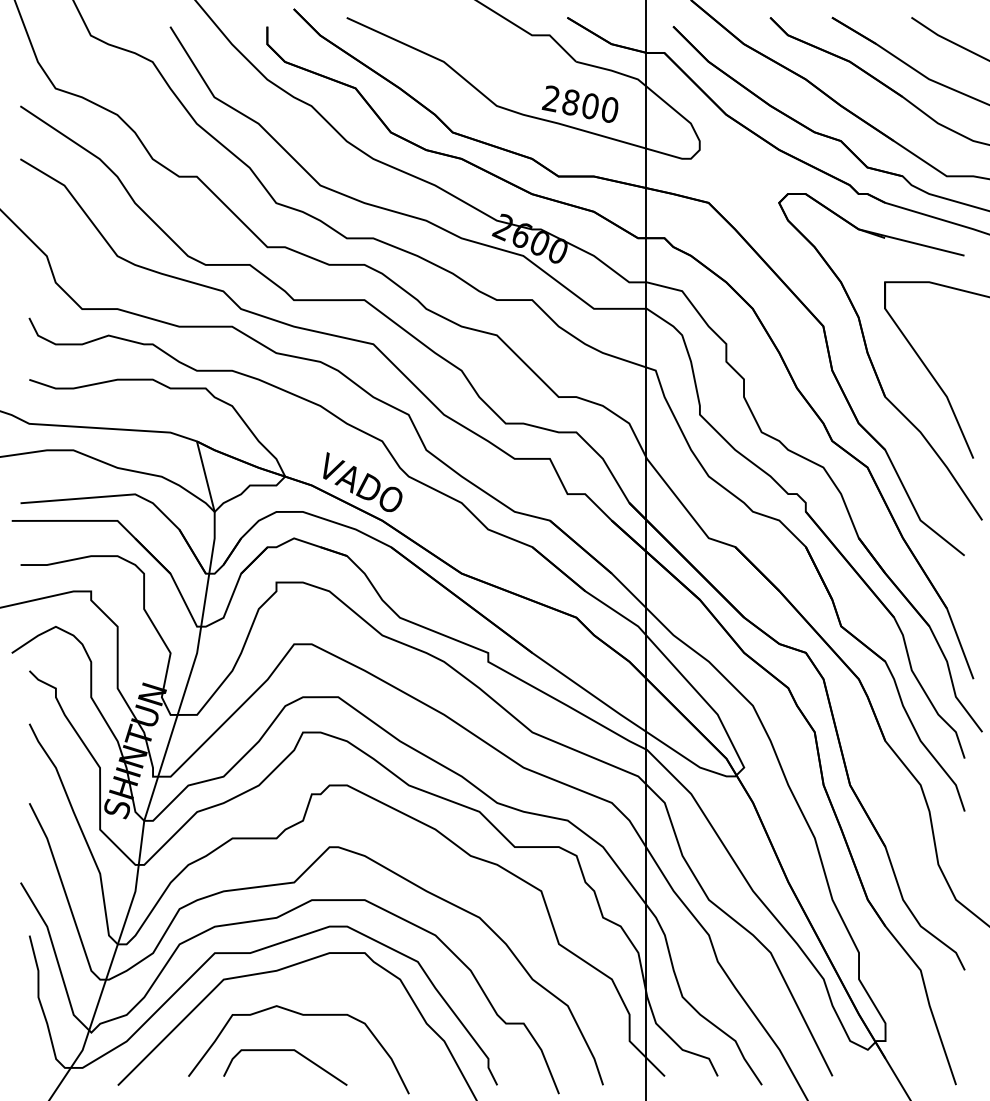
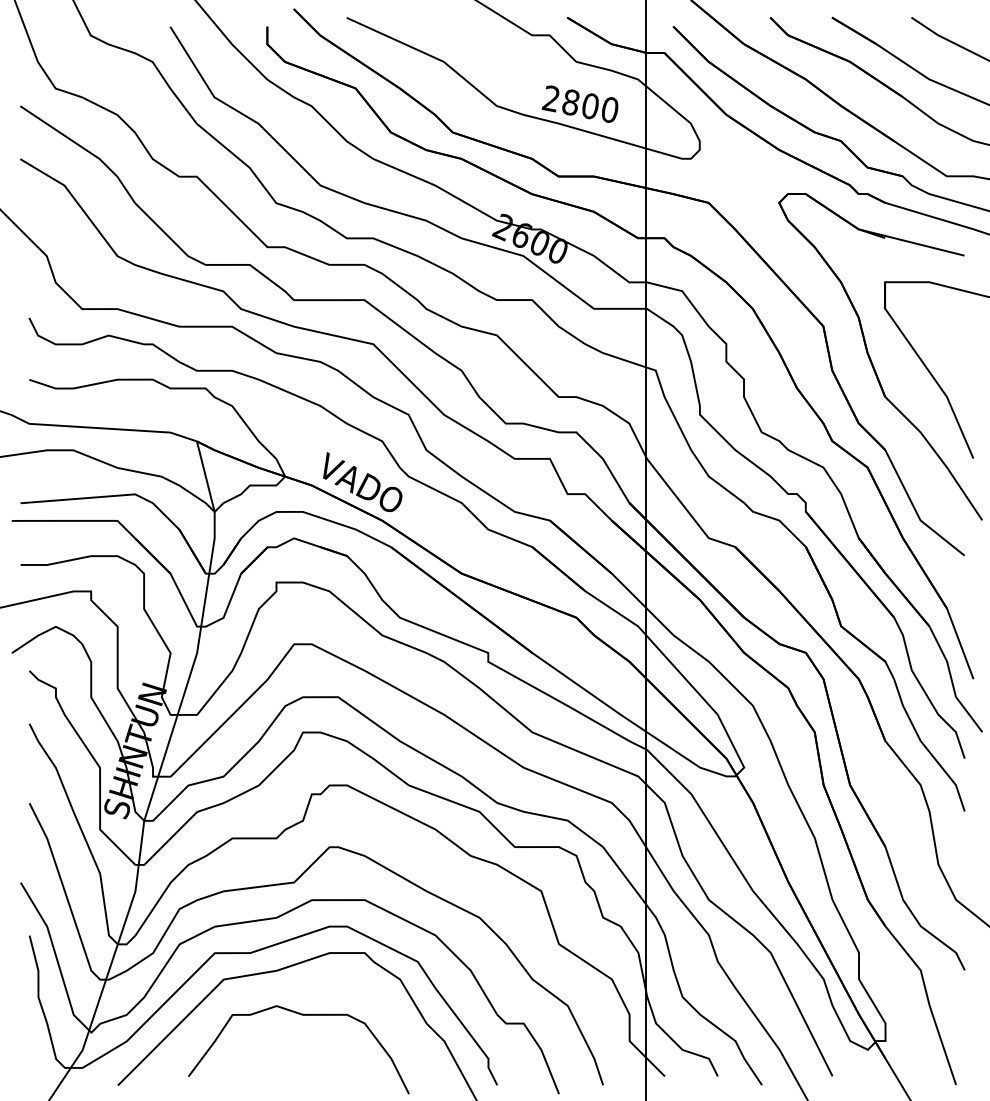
curve at (285, 1050): present -> none
